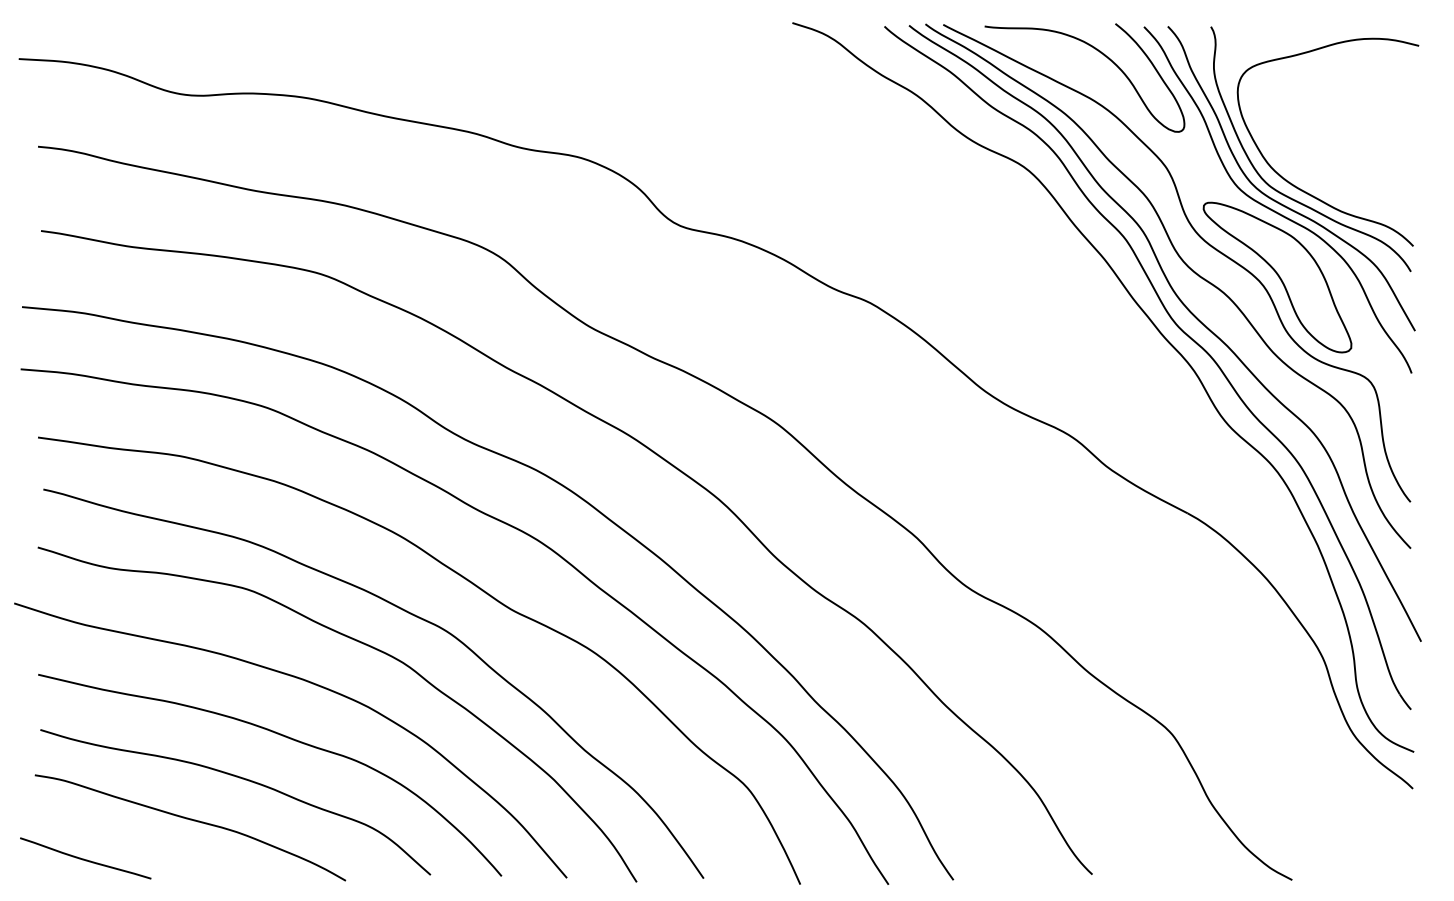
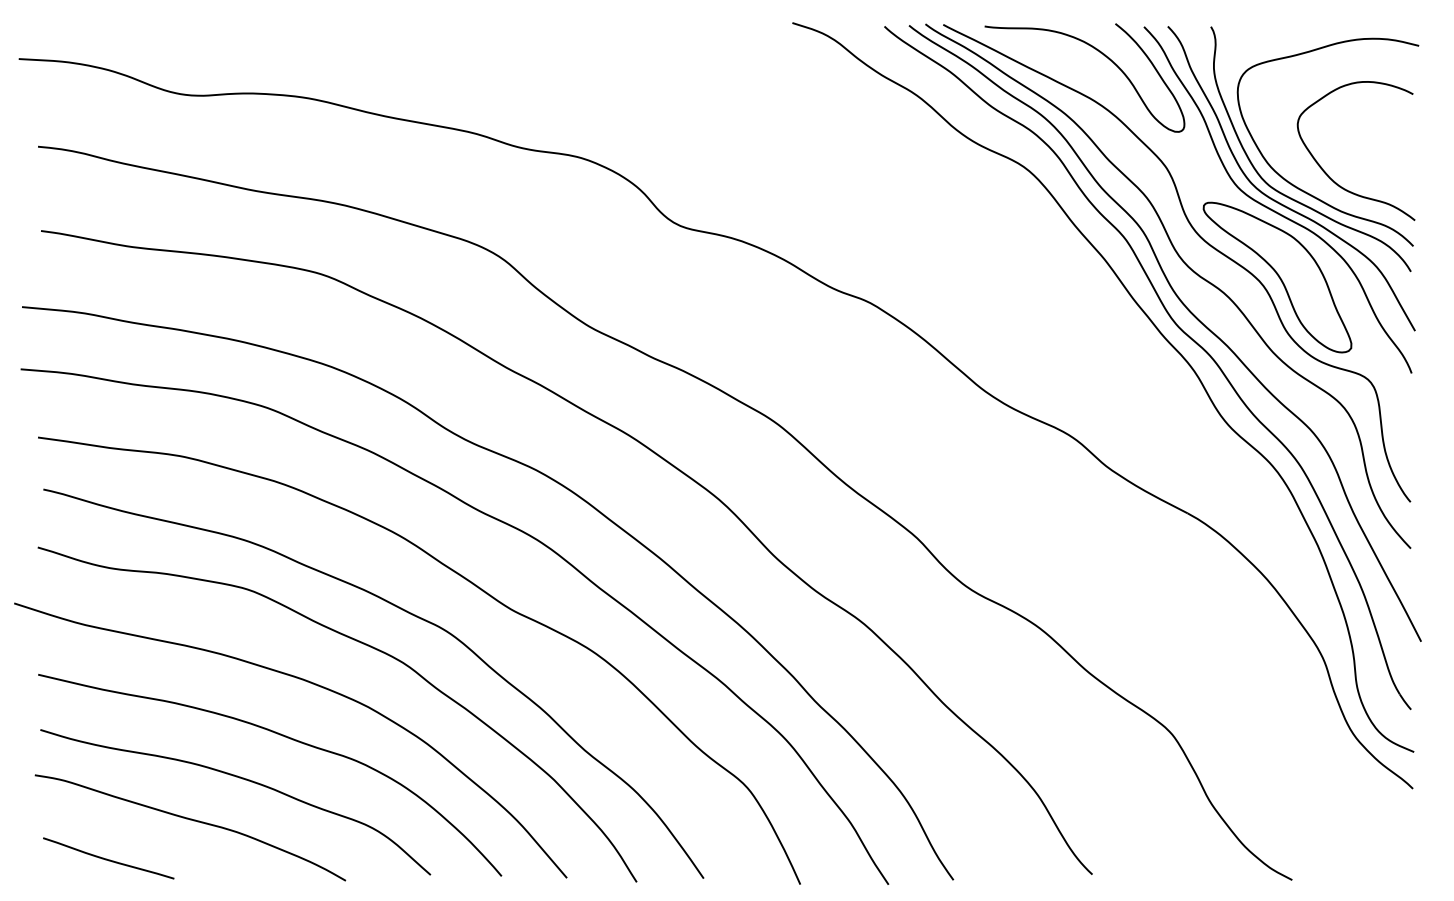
curve at (1328, 174): none -> present
curve at (85, 859) position: (85, 859) -> (108, 859)
